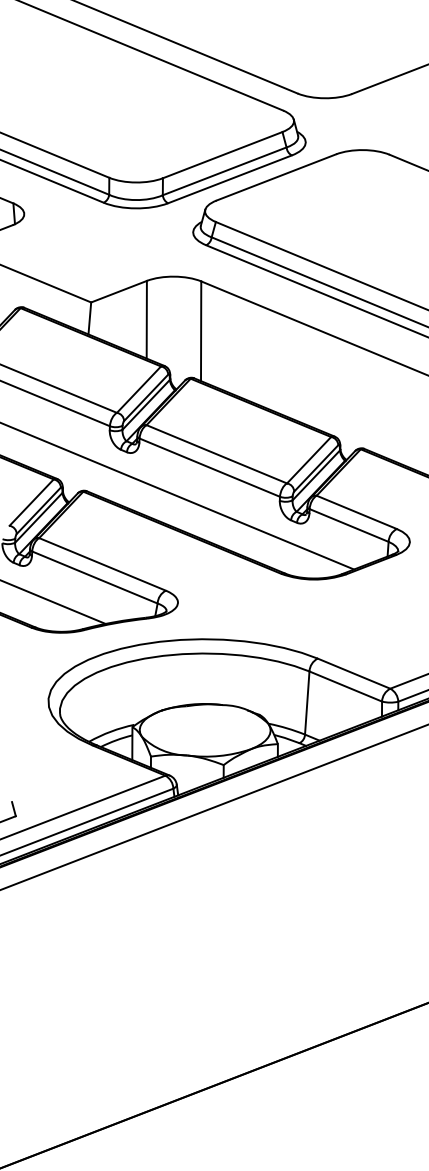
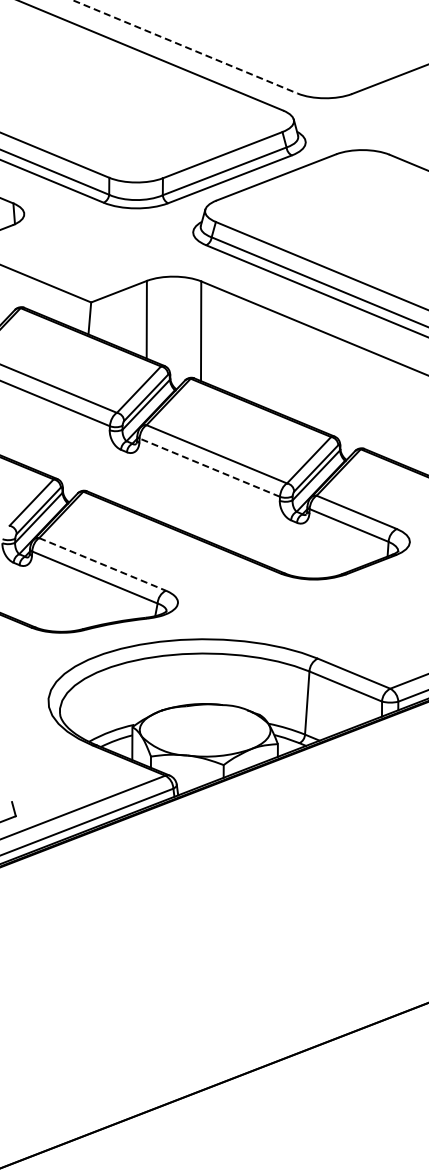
line at (185, 46): solid -> dashed
line at (209, 467): solid -> dashed
line at (178, 496): present -> none
line at (102, 564): solid -> dashed
line at (53, 602): present -> none
line at (213, 807): present -> none
